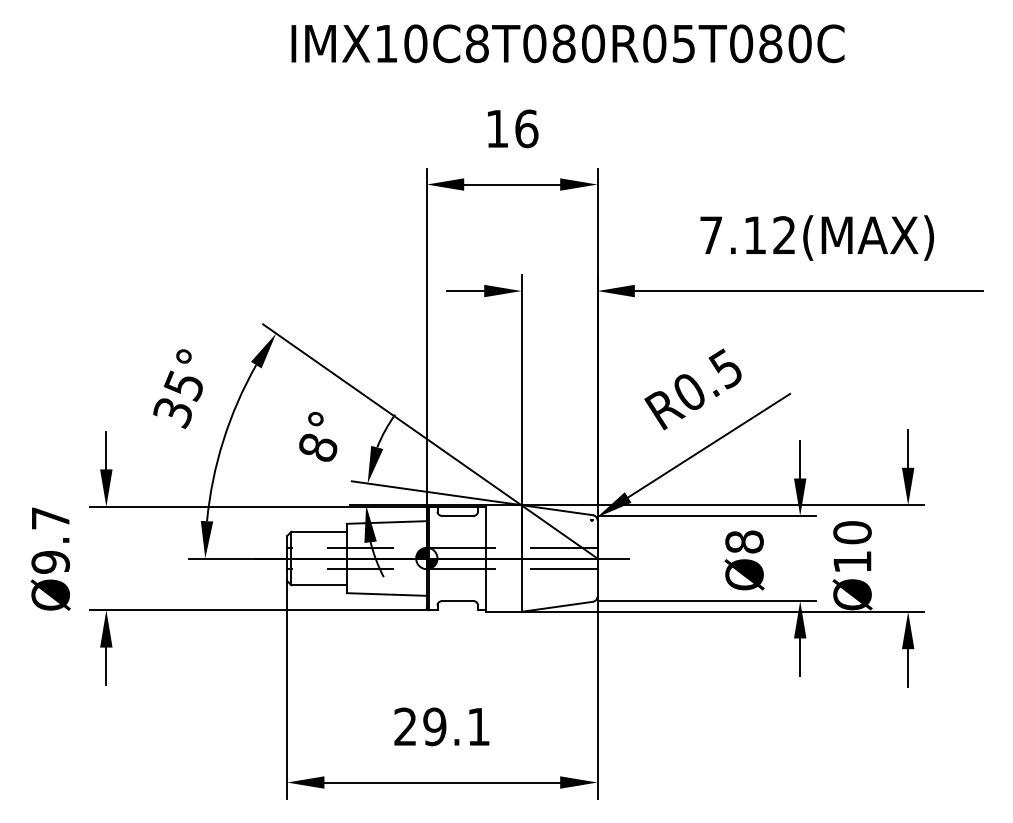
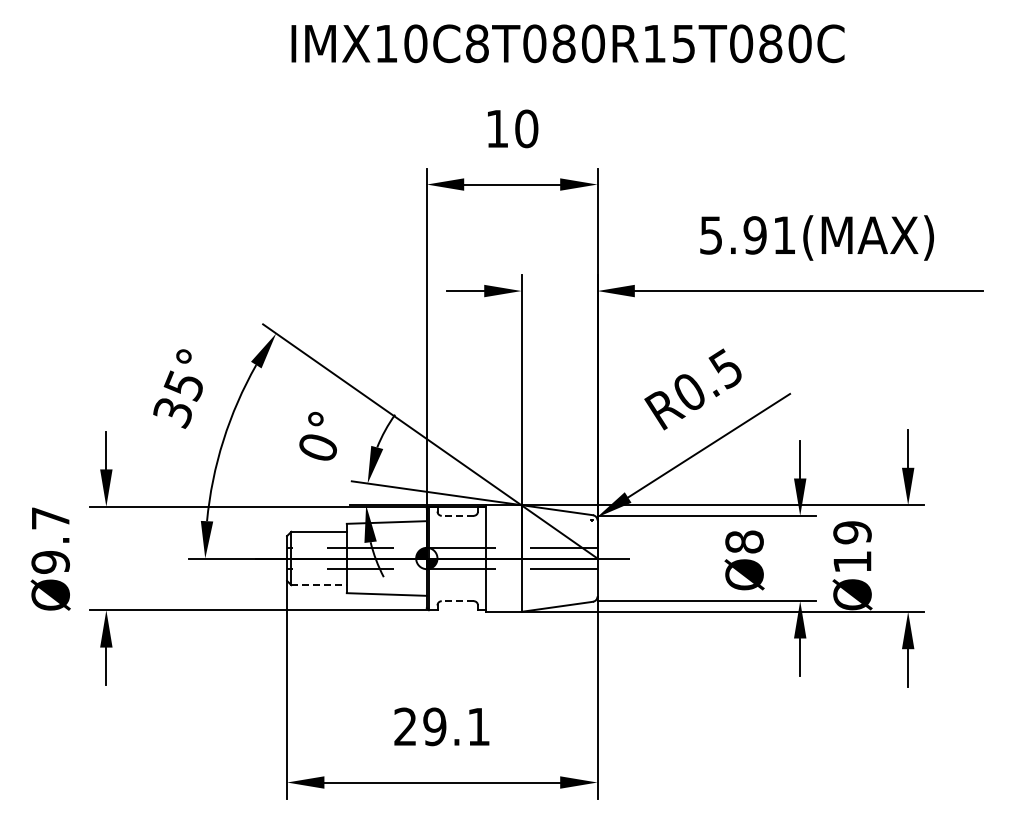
text at (654, 43): IMX10C8T080R05T080C -> IMX10C8T080R15T080C
text at (526, 128): 16 -> 10
text at (747, 235): 7.12(MAX) -> 5.91(MAX)
text at (318, 447): 8° -> 0°
line at (457, 515): solid -> dashed
text at (852, 532): Ø10 -> Ø19
line at (319, 585): solid -> dashed
line at (457, 601): solid -> dashed
